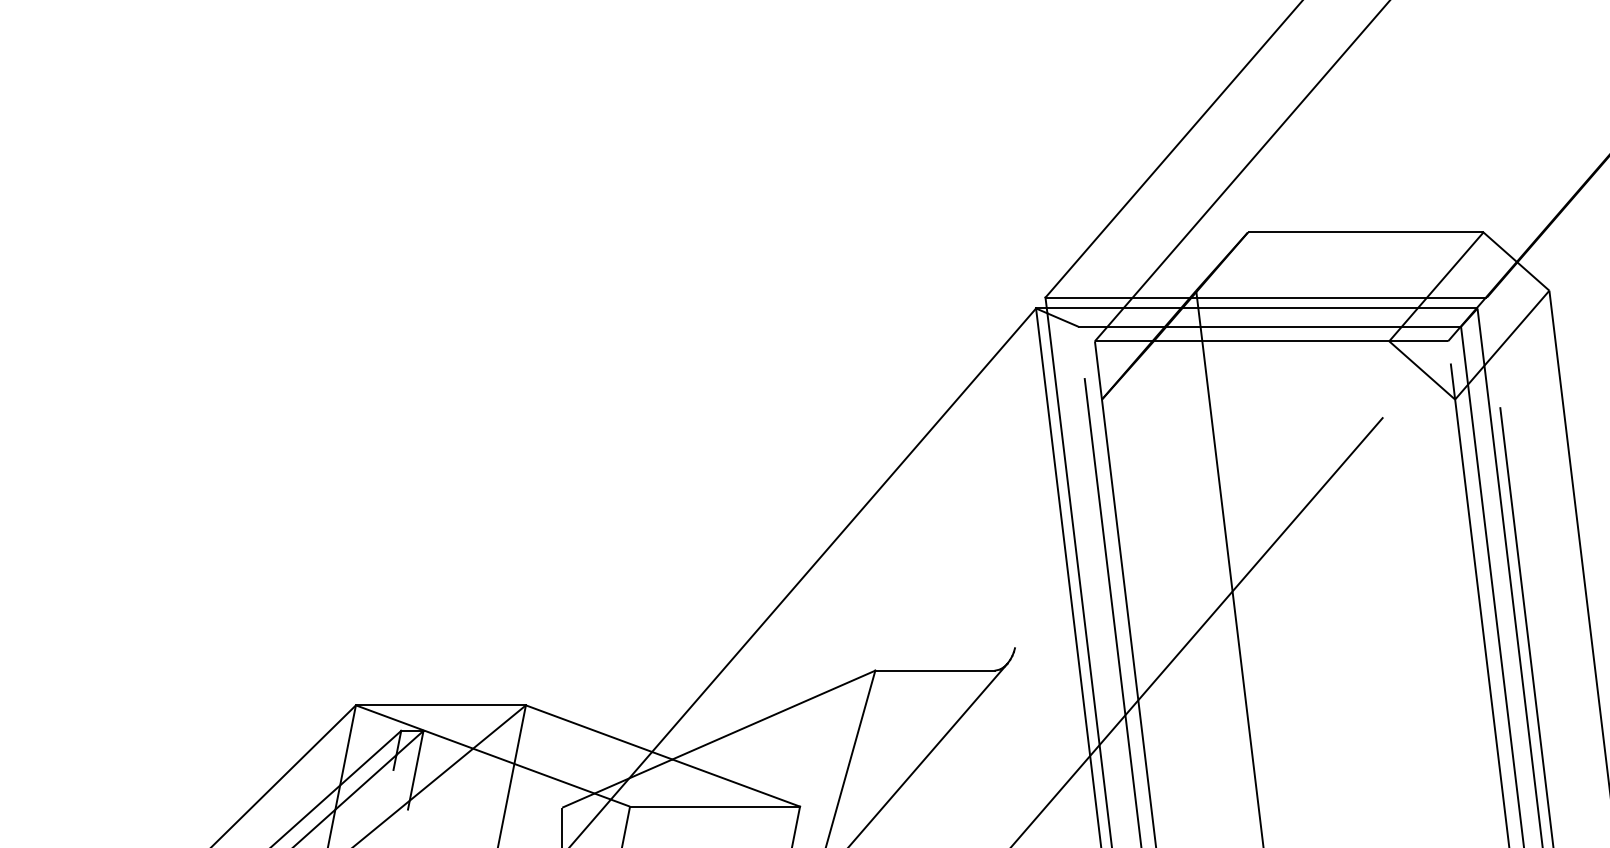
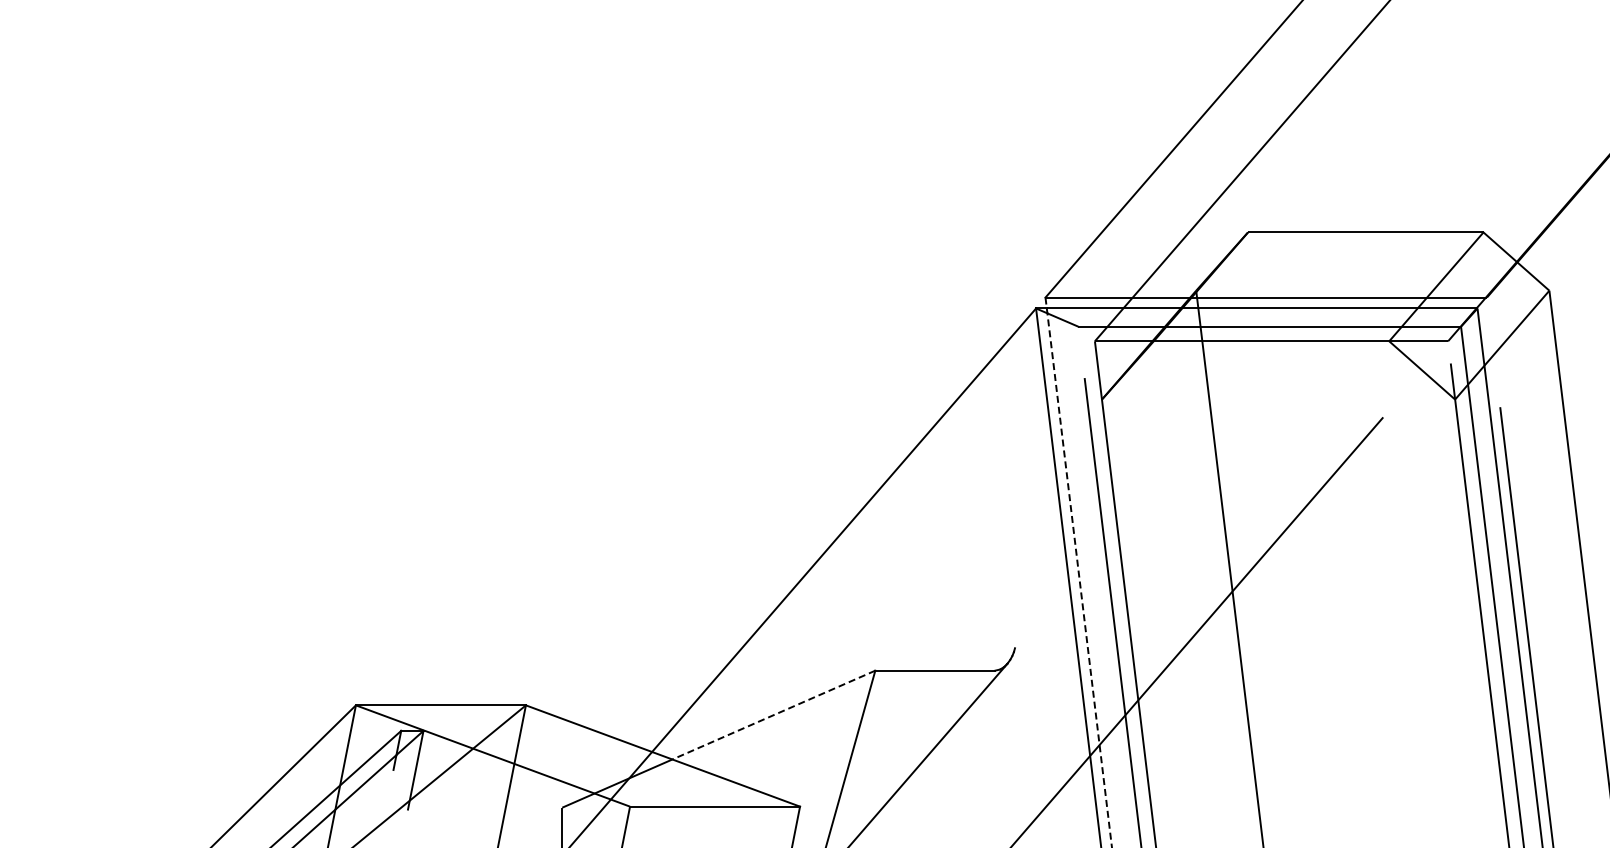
line at (1078, 572): solid -> dashed
line at (773, 715): solid -> dashed
